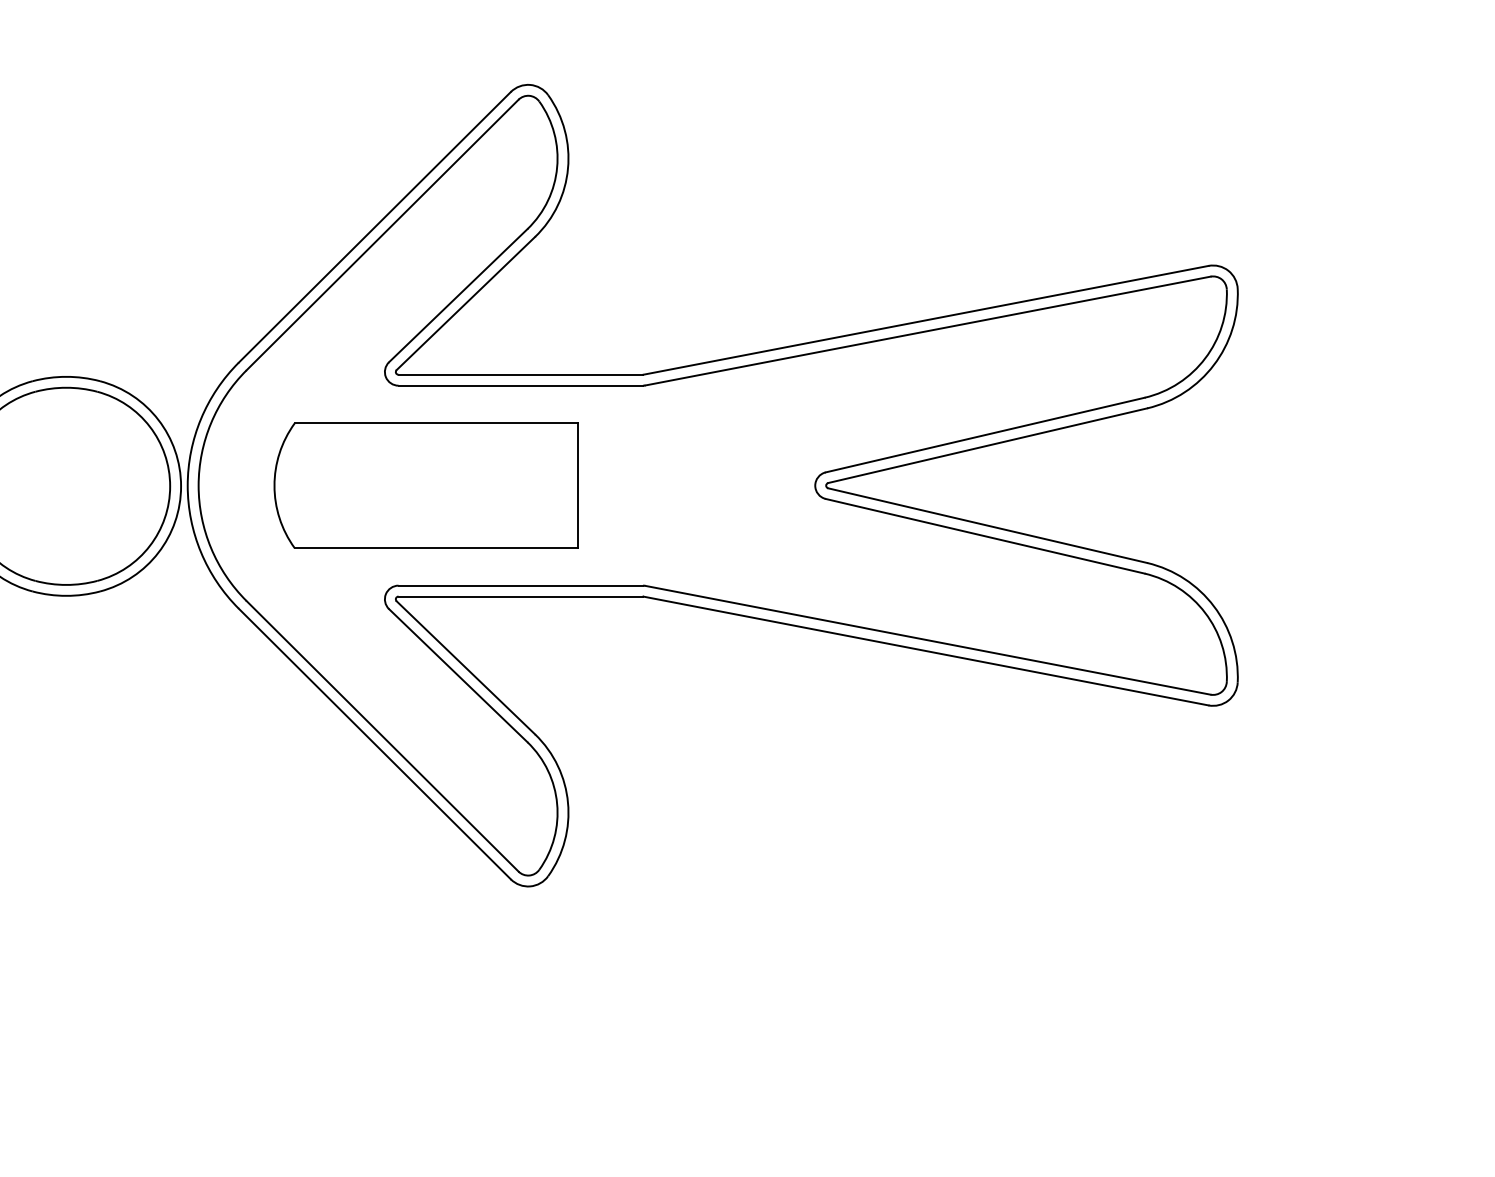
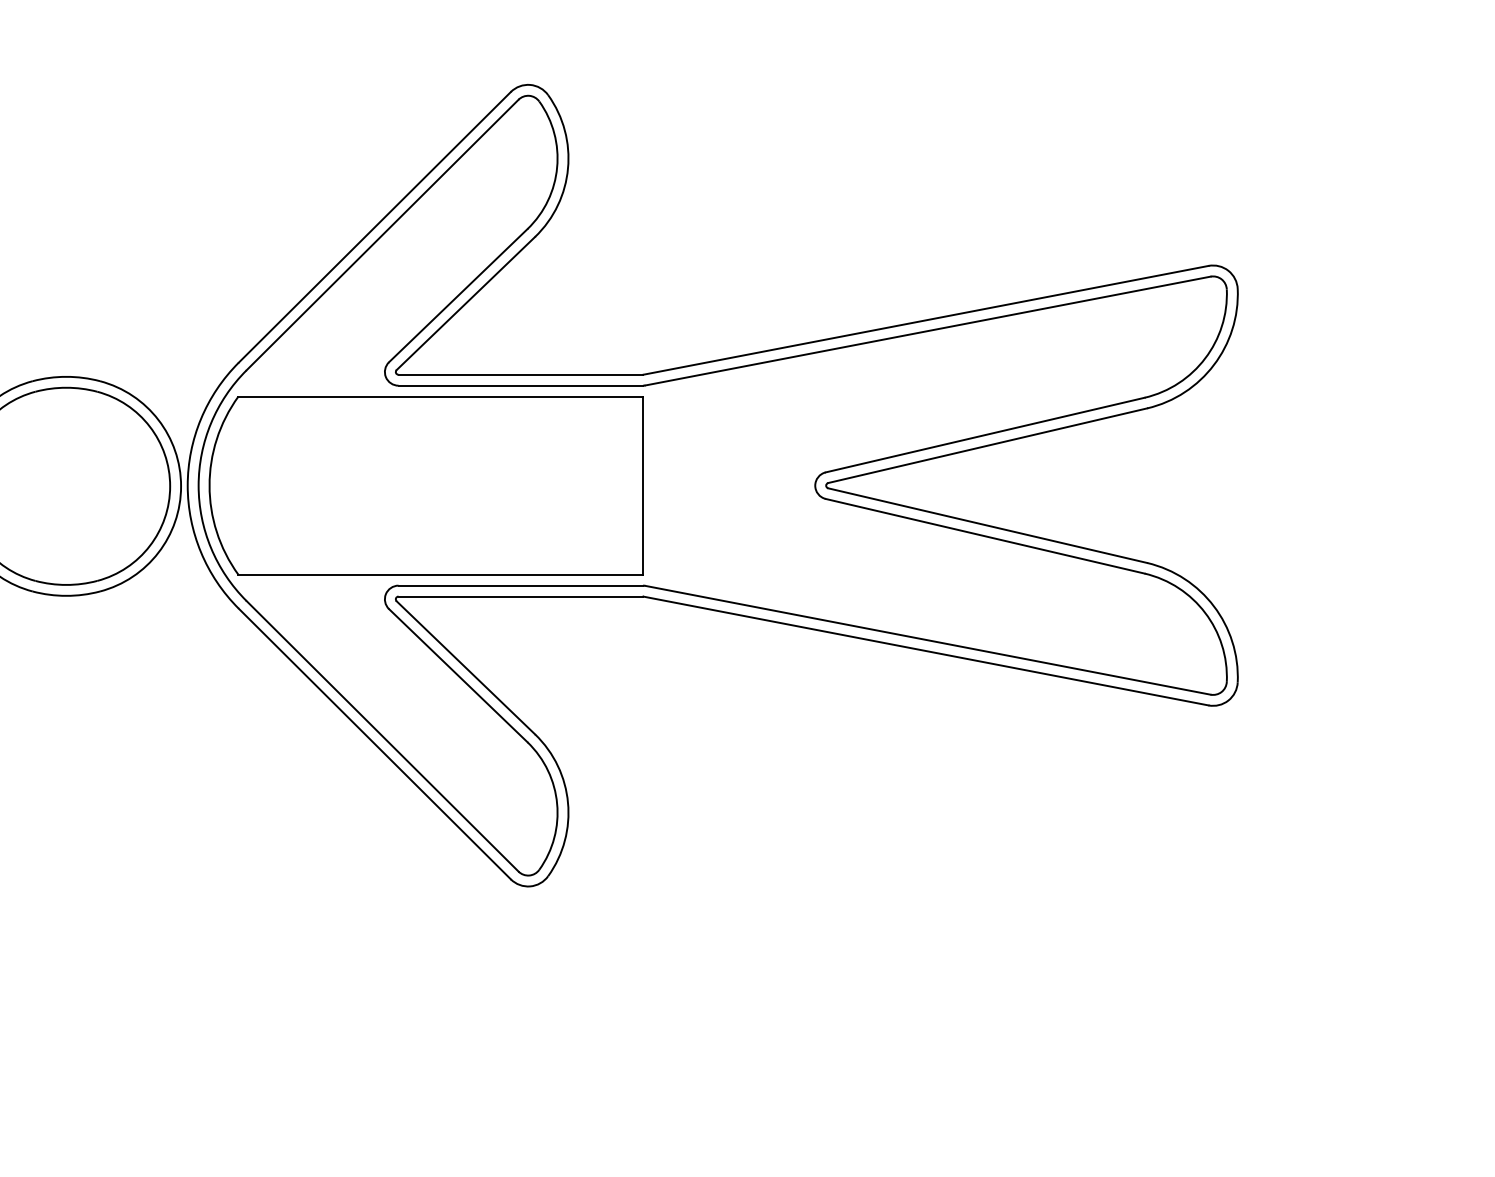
part at (425, 485) size: 306x127 px -> 436x180 px
